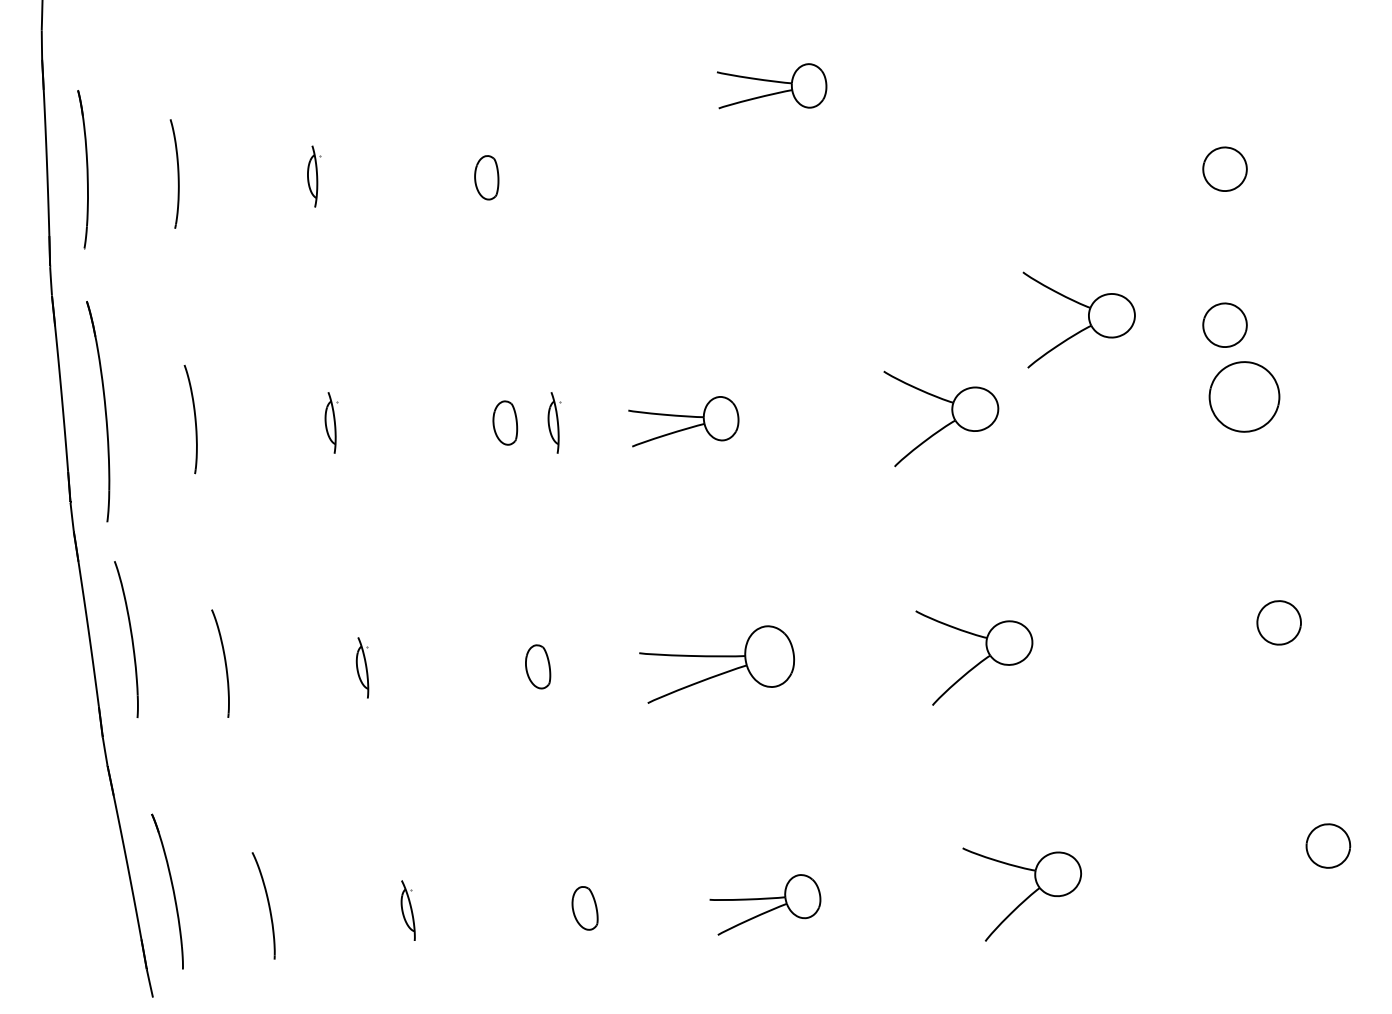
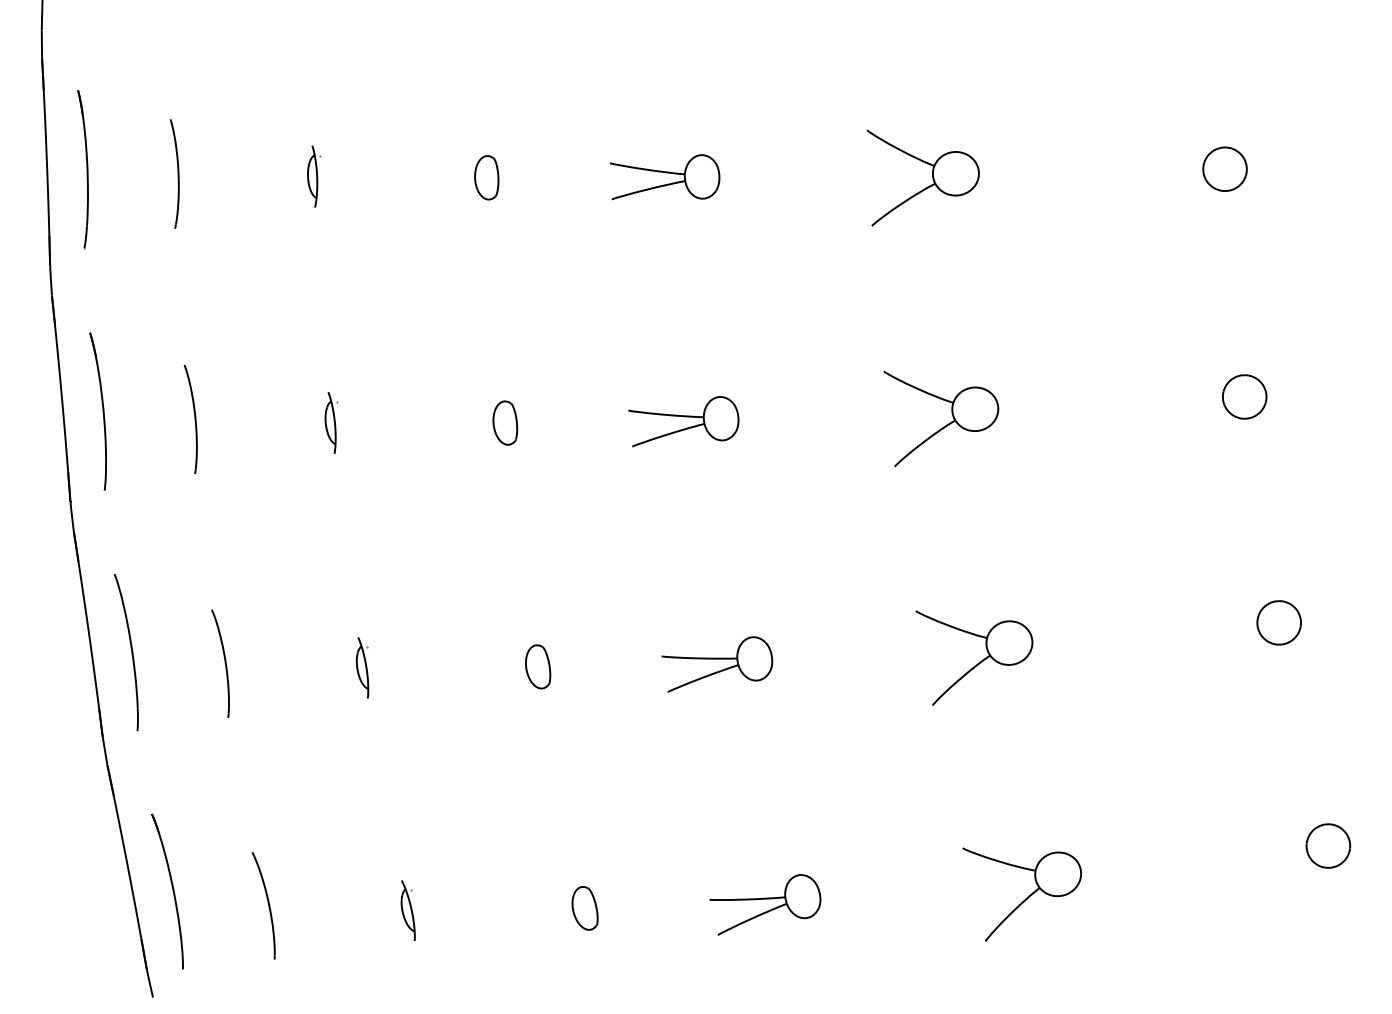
part at (771, 86) position: (771, 86) -> (664, 177)
part at (1088, 319) position: (1088, 319) -> (932, 177)
part at (1224, 324): present -> none
part at (1244, 396) size: 73x72 px -> 46x46 px
part at (98, 411) size: 25x222 px -> 18x159 px
part at (554, 422): present -> none
part at (126, 639) position: (126, 639) -> (126, 652)
part at (716, 664) size: 156x79 px -> 113x57 px
